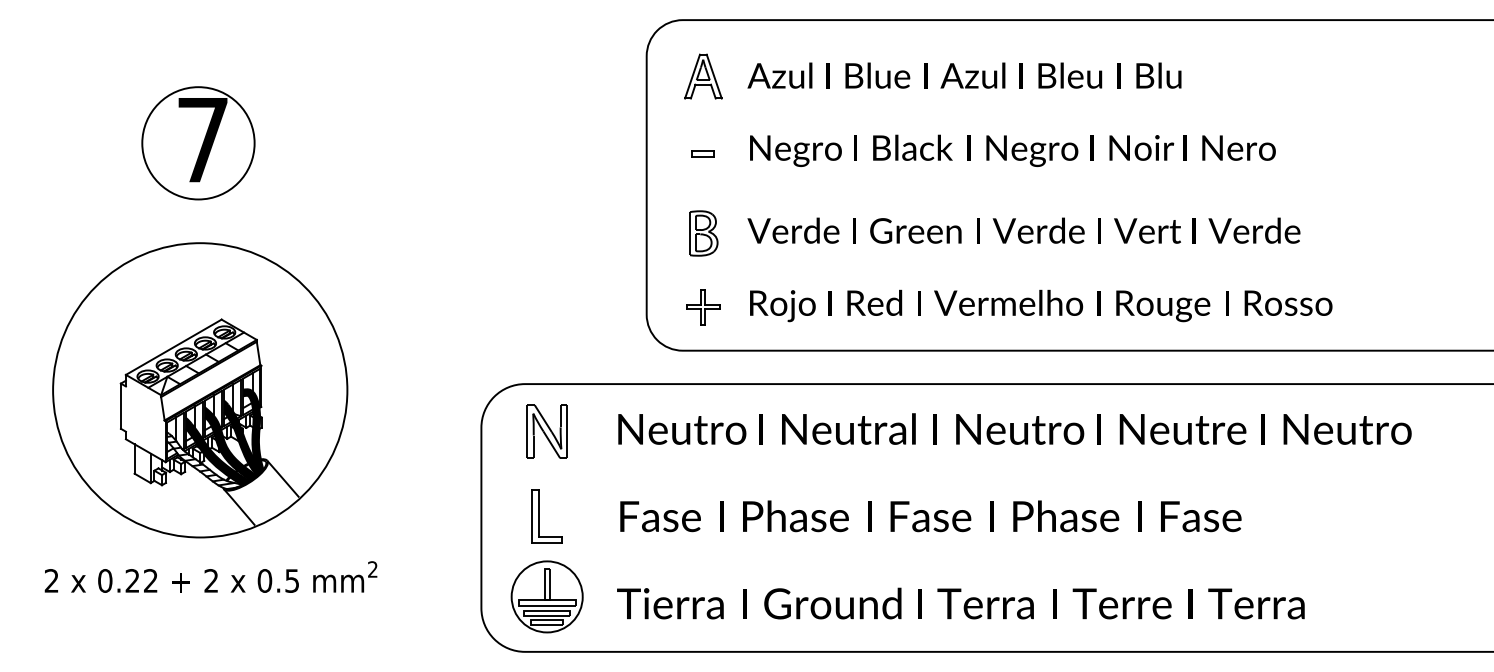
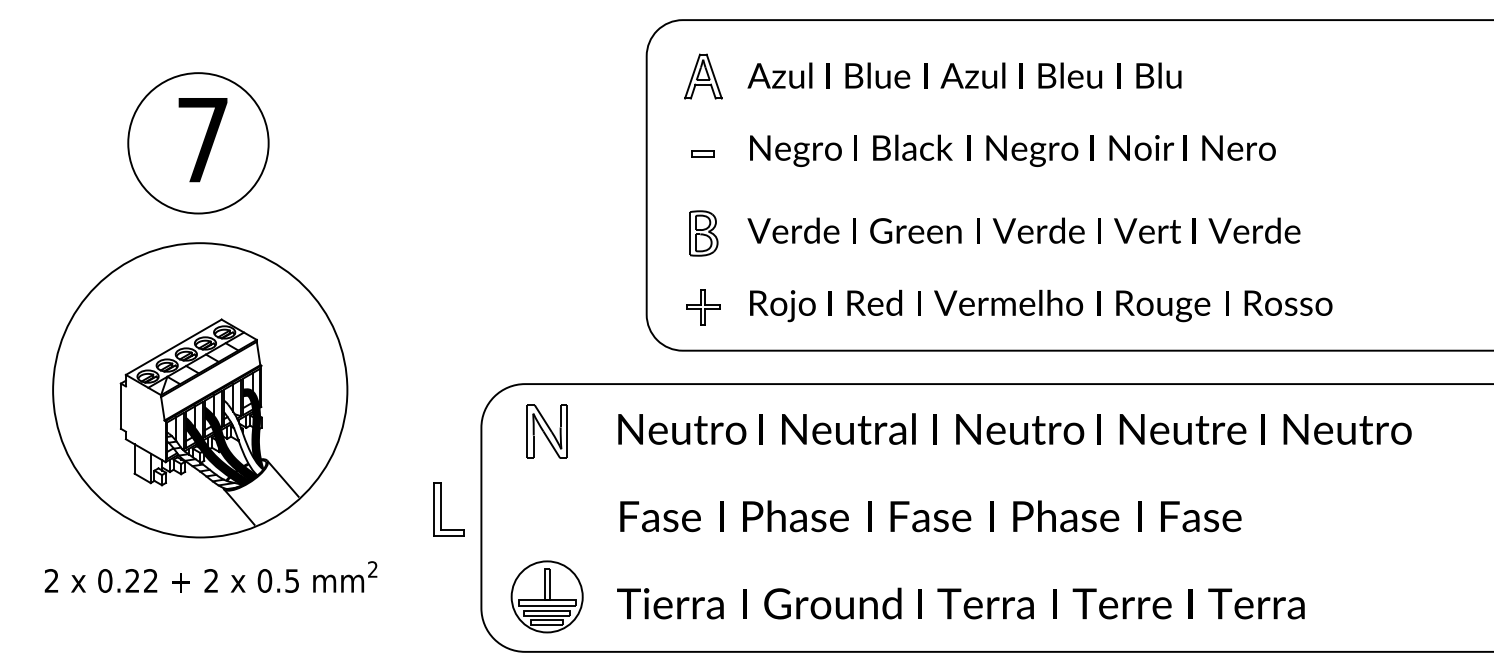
circle at (198, 143) diameter: 112 px -> 140 px
fill at (243, 439): present -> none
part at (539, 516) position: (539, 516) -> (441, 509)
